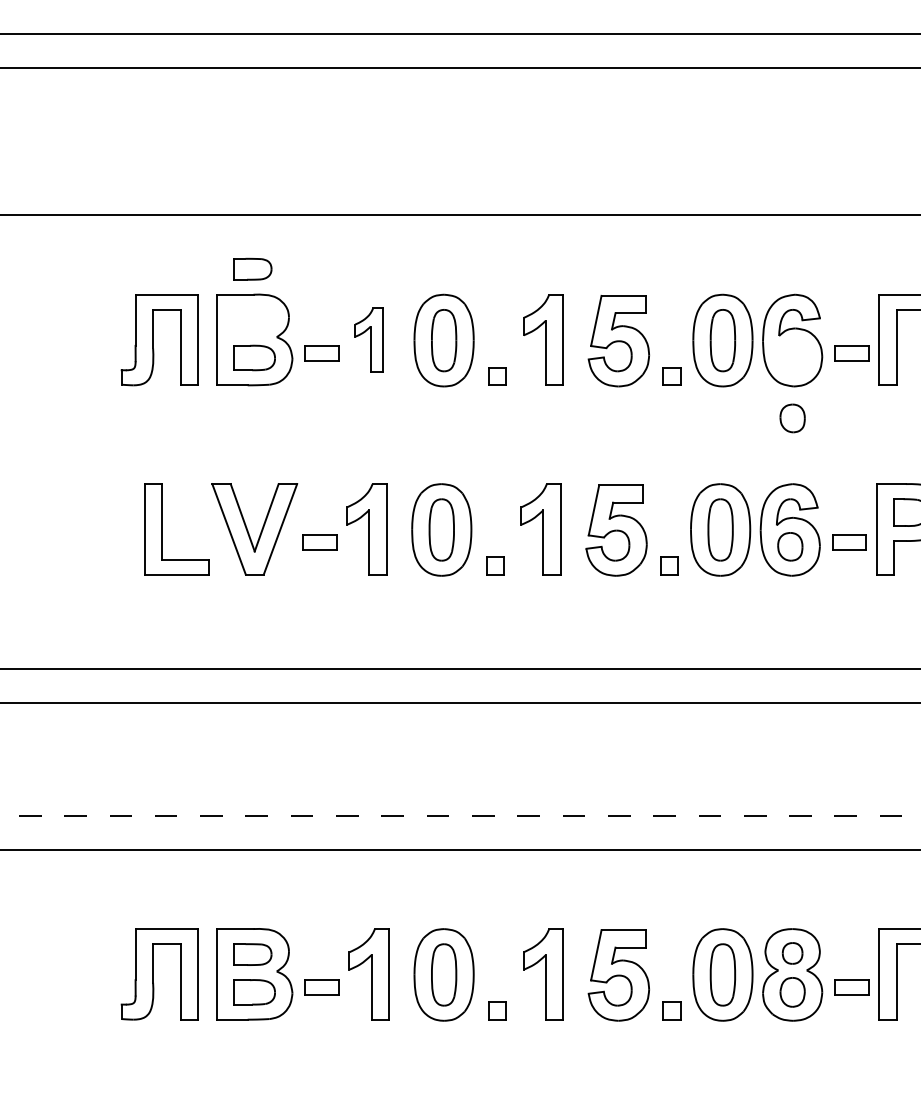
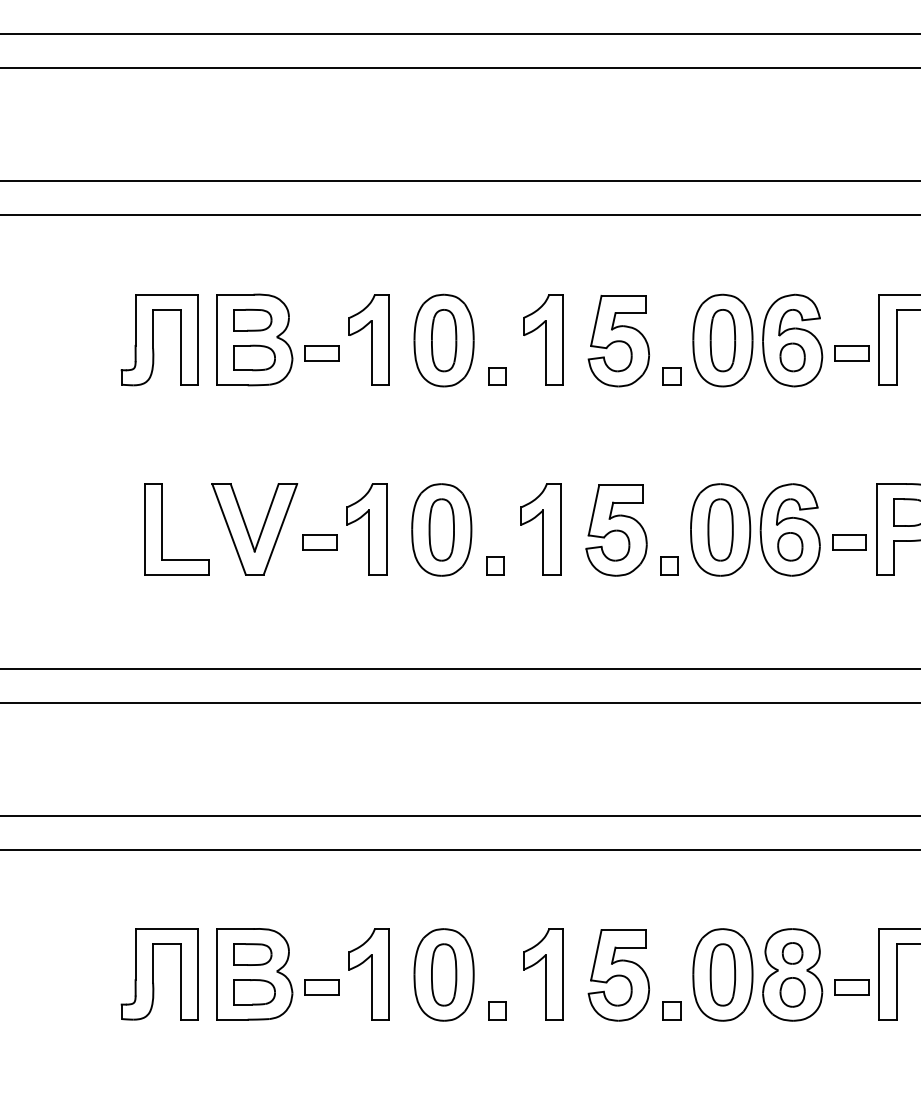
line at (459, 181): none -> present
part at (252, 268) position: (252, 268) -> (252, 319)
part at (368, 339) size: 30x66 px -> 42x92 px
part at (792, 418) position: (792, 418) -> (792, 357)
line at (460, 815): dashed -> solid
